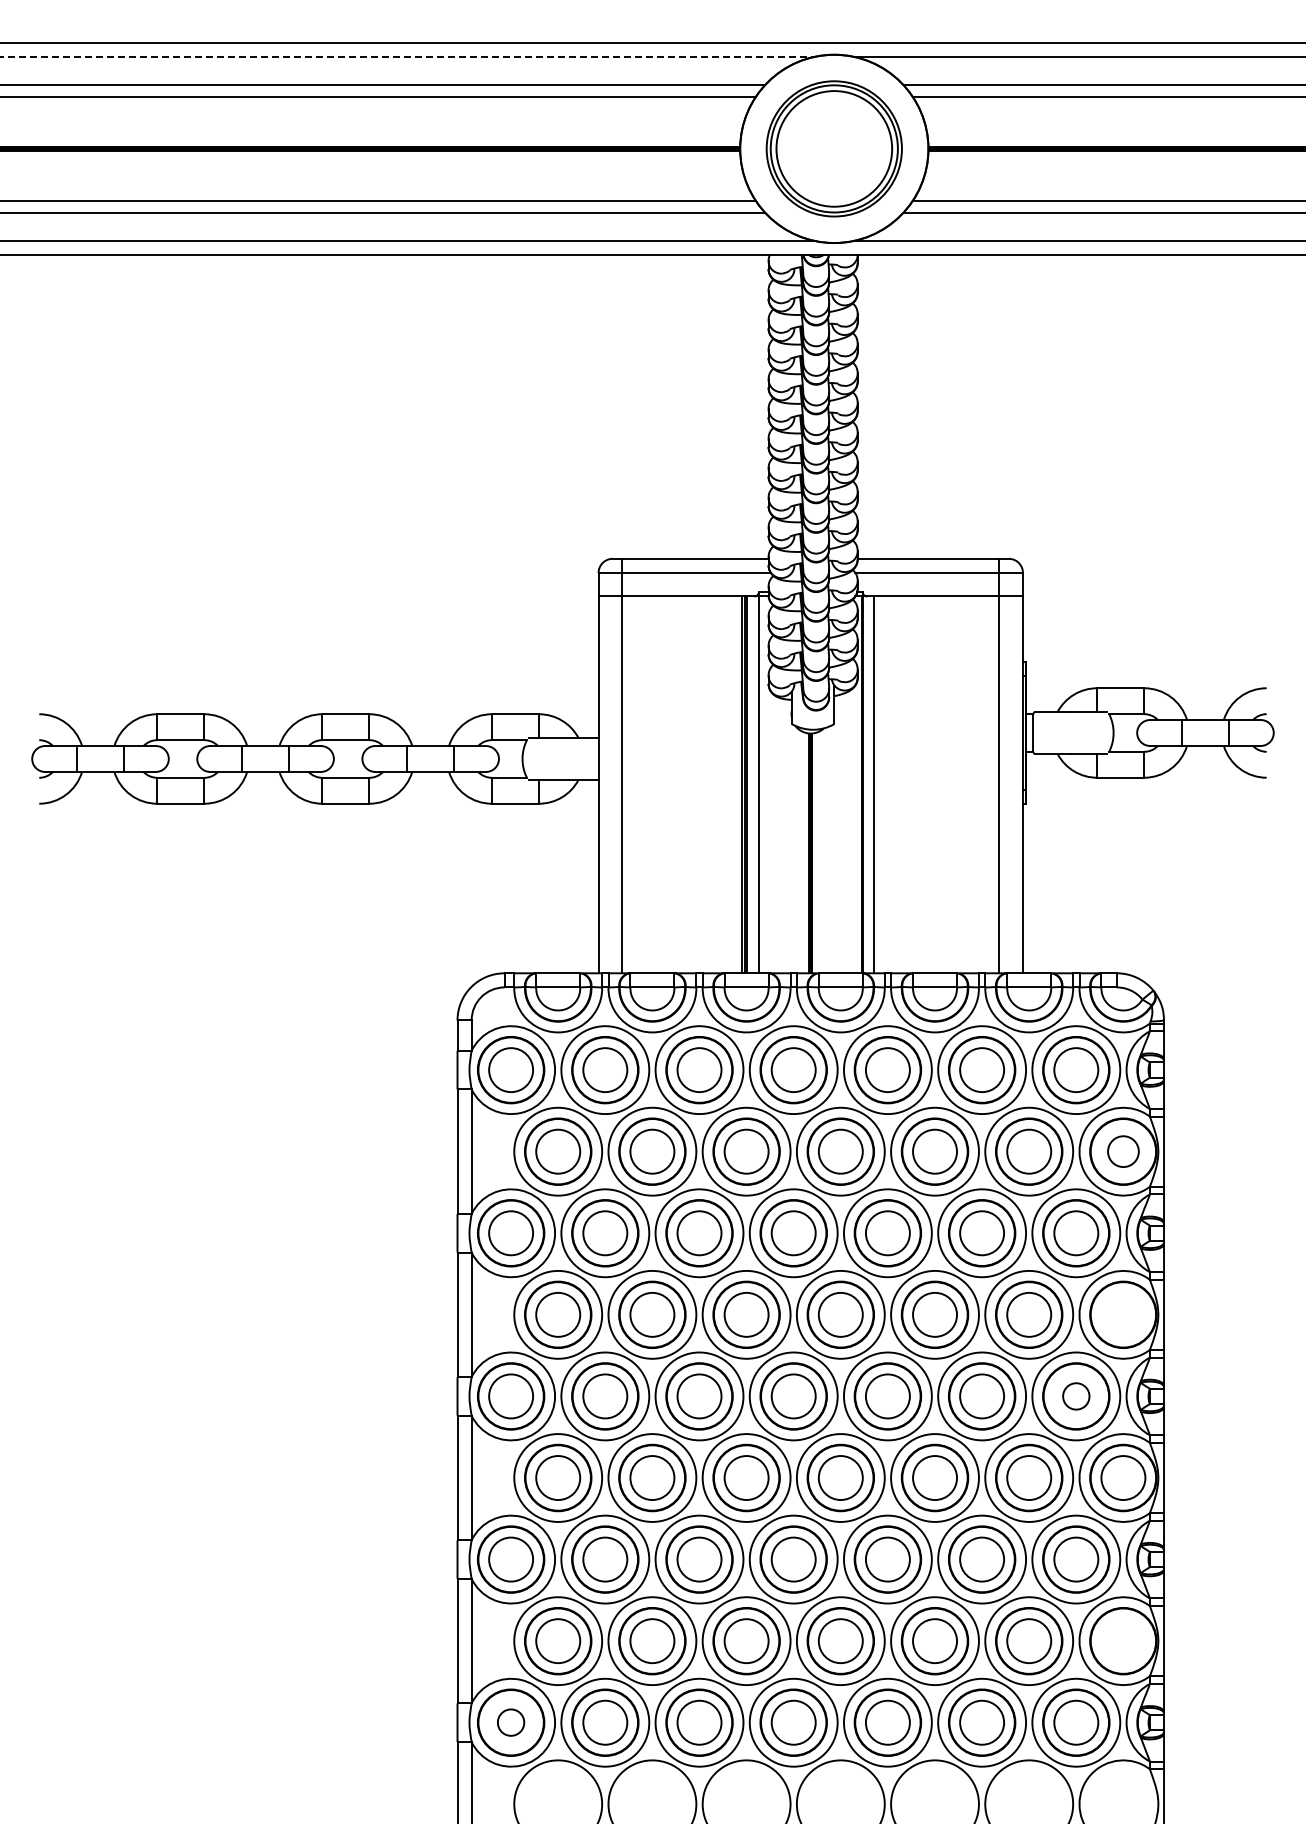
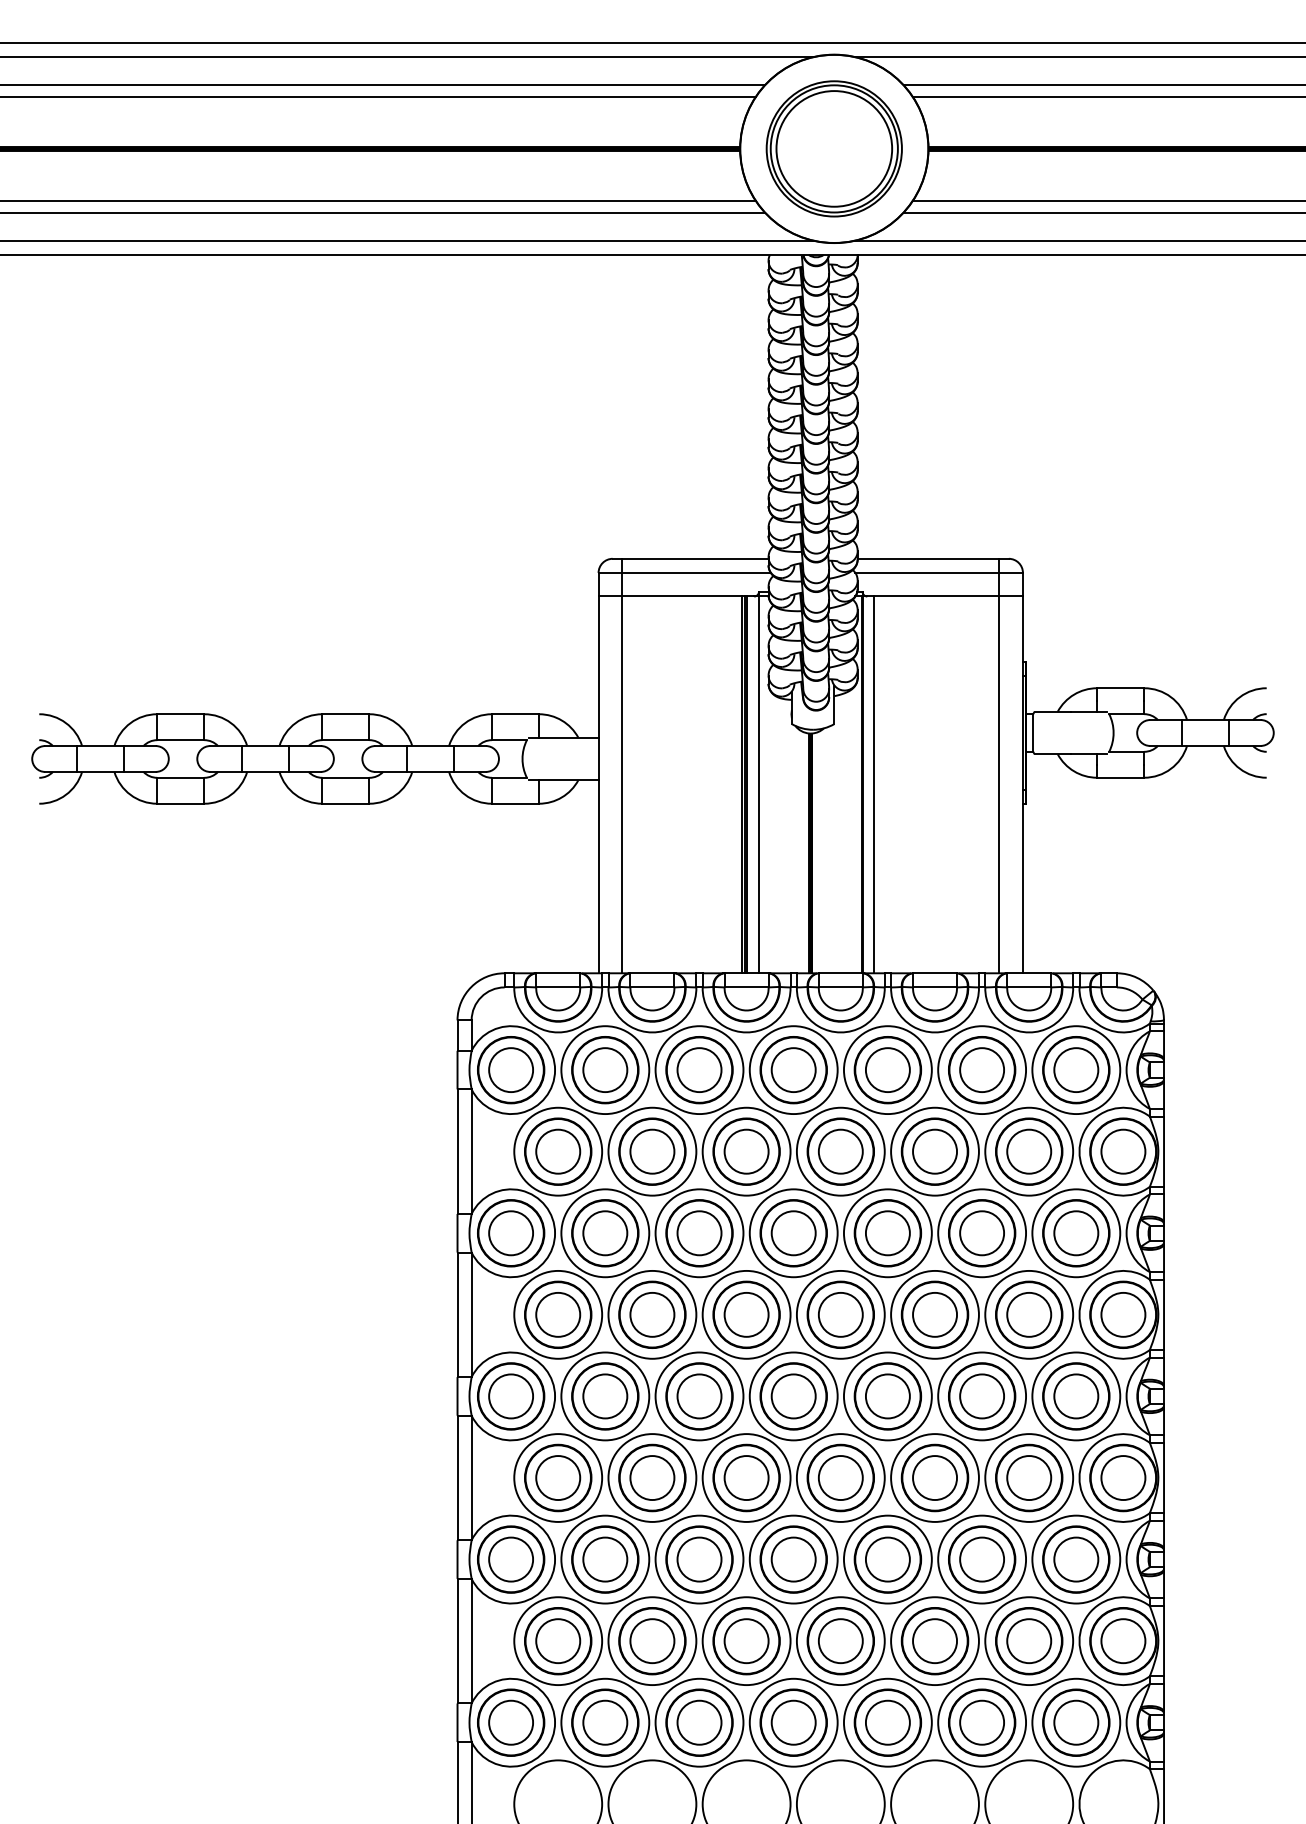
line at (406, 57): dashed -> solid
circle at (1123, 1151) size: 33x33 px -> 47x47 px
circle at (1123, 1314): none -> present
circle at (1076, 1396) diameter: 26 px -> 44 px
circle at (1123, 1641): none -> present
circle at (511, 1722) size: 29x29 px -> 46x47 px
